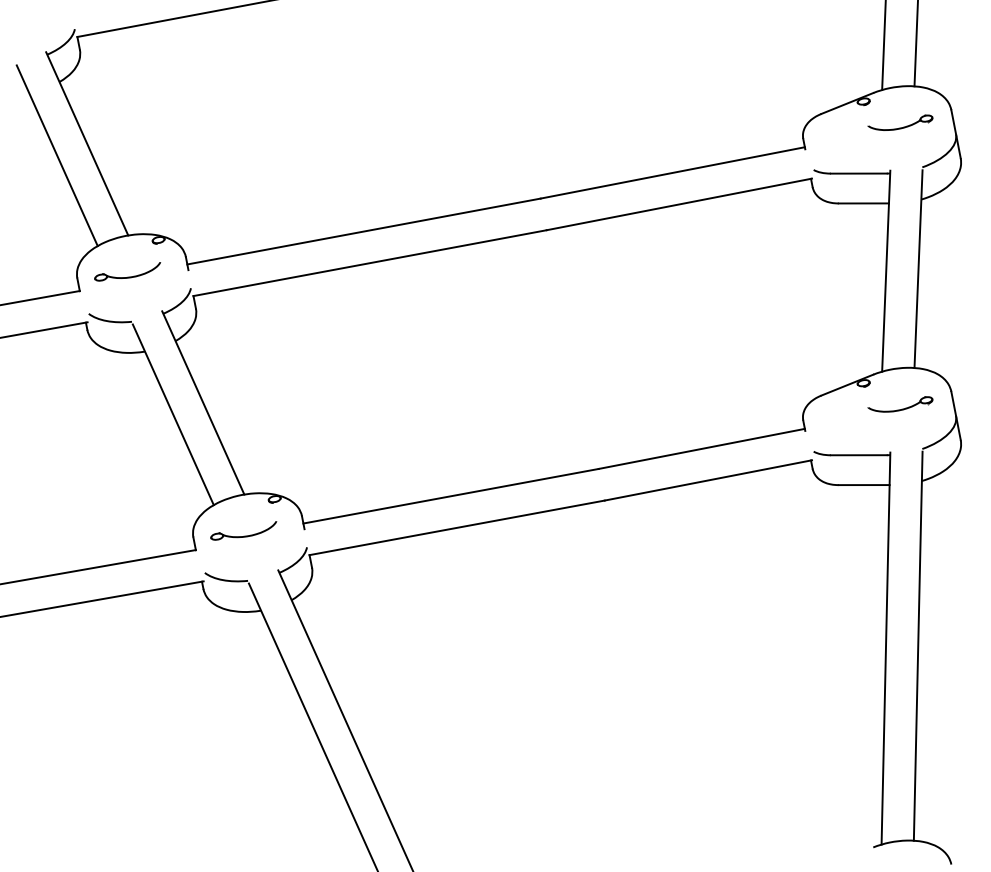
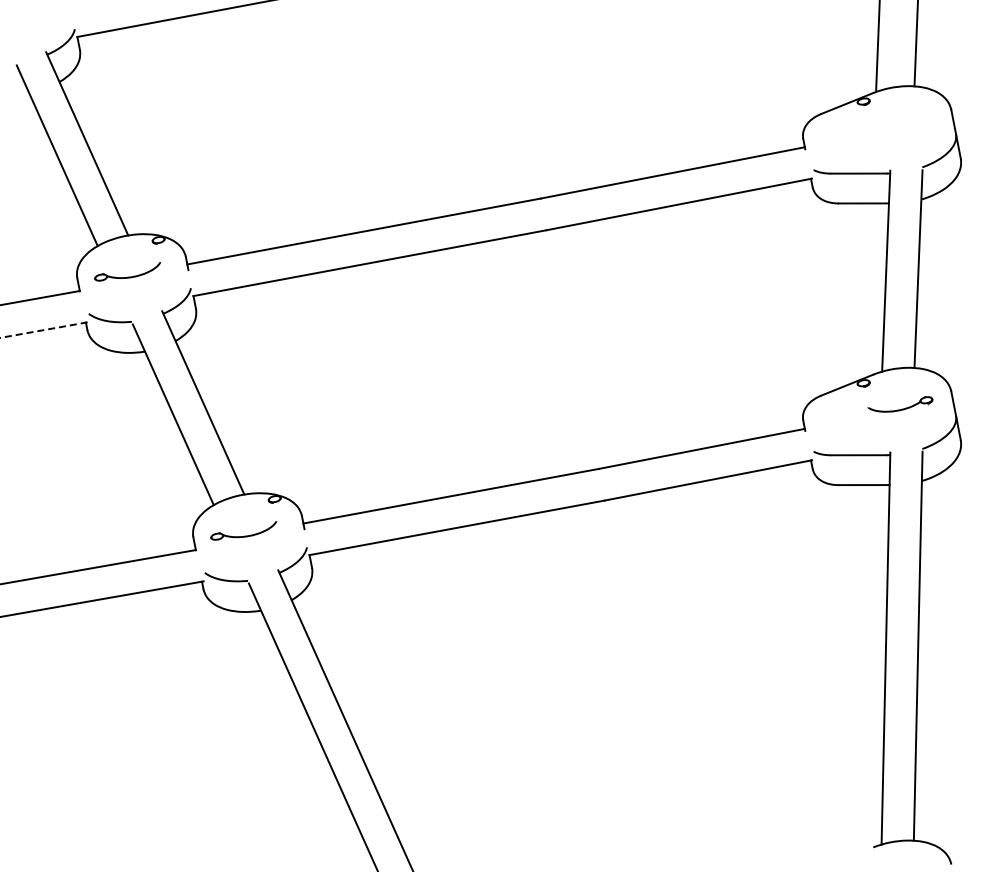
line at (883, 46) position: (883, 46) -> (877, 46)
part at (900, 122): present -> none
line at (43, 330): solid -> dashed
